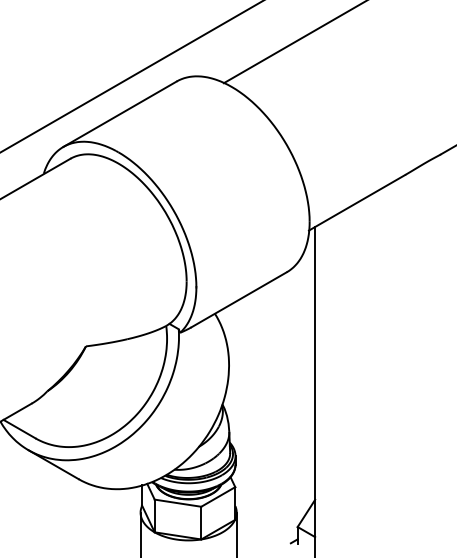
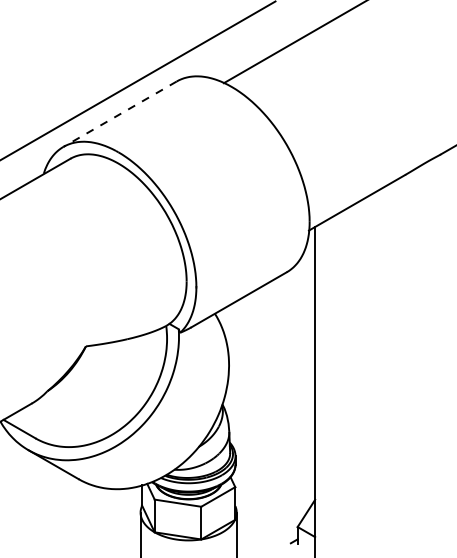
line at (131, 76) position: (131, 76) -> (137, 80)
line at (119, 114): solid -> dashed
